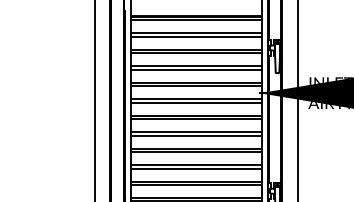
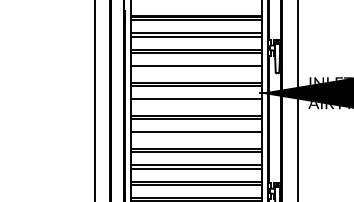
line at (195, 69): present -> none
line at (195, 102): present -> none
line at (195, 135): present -> none
